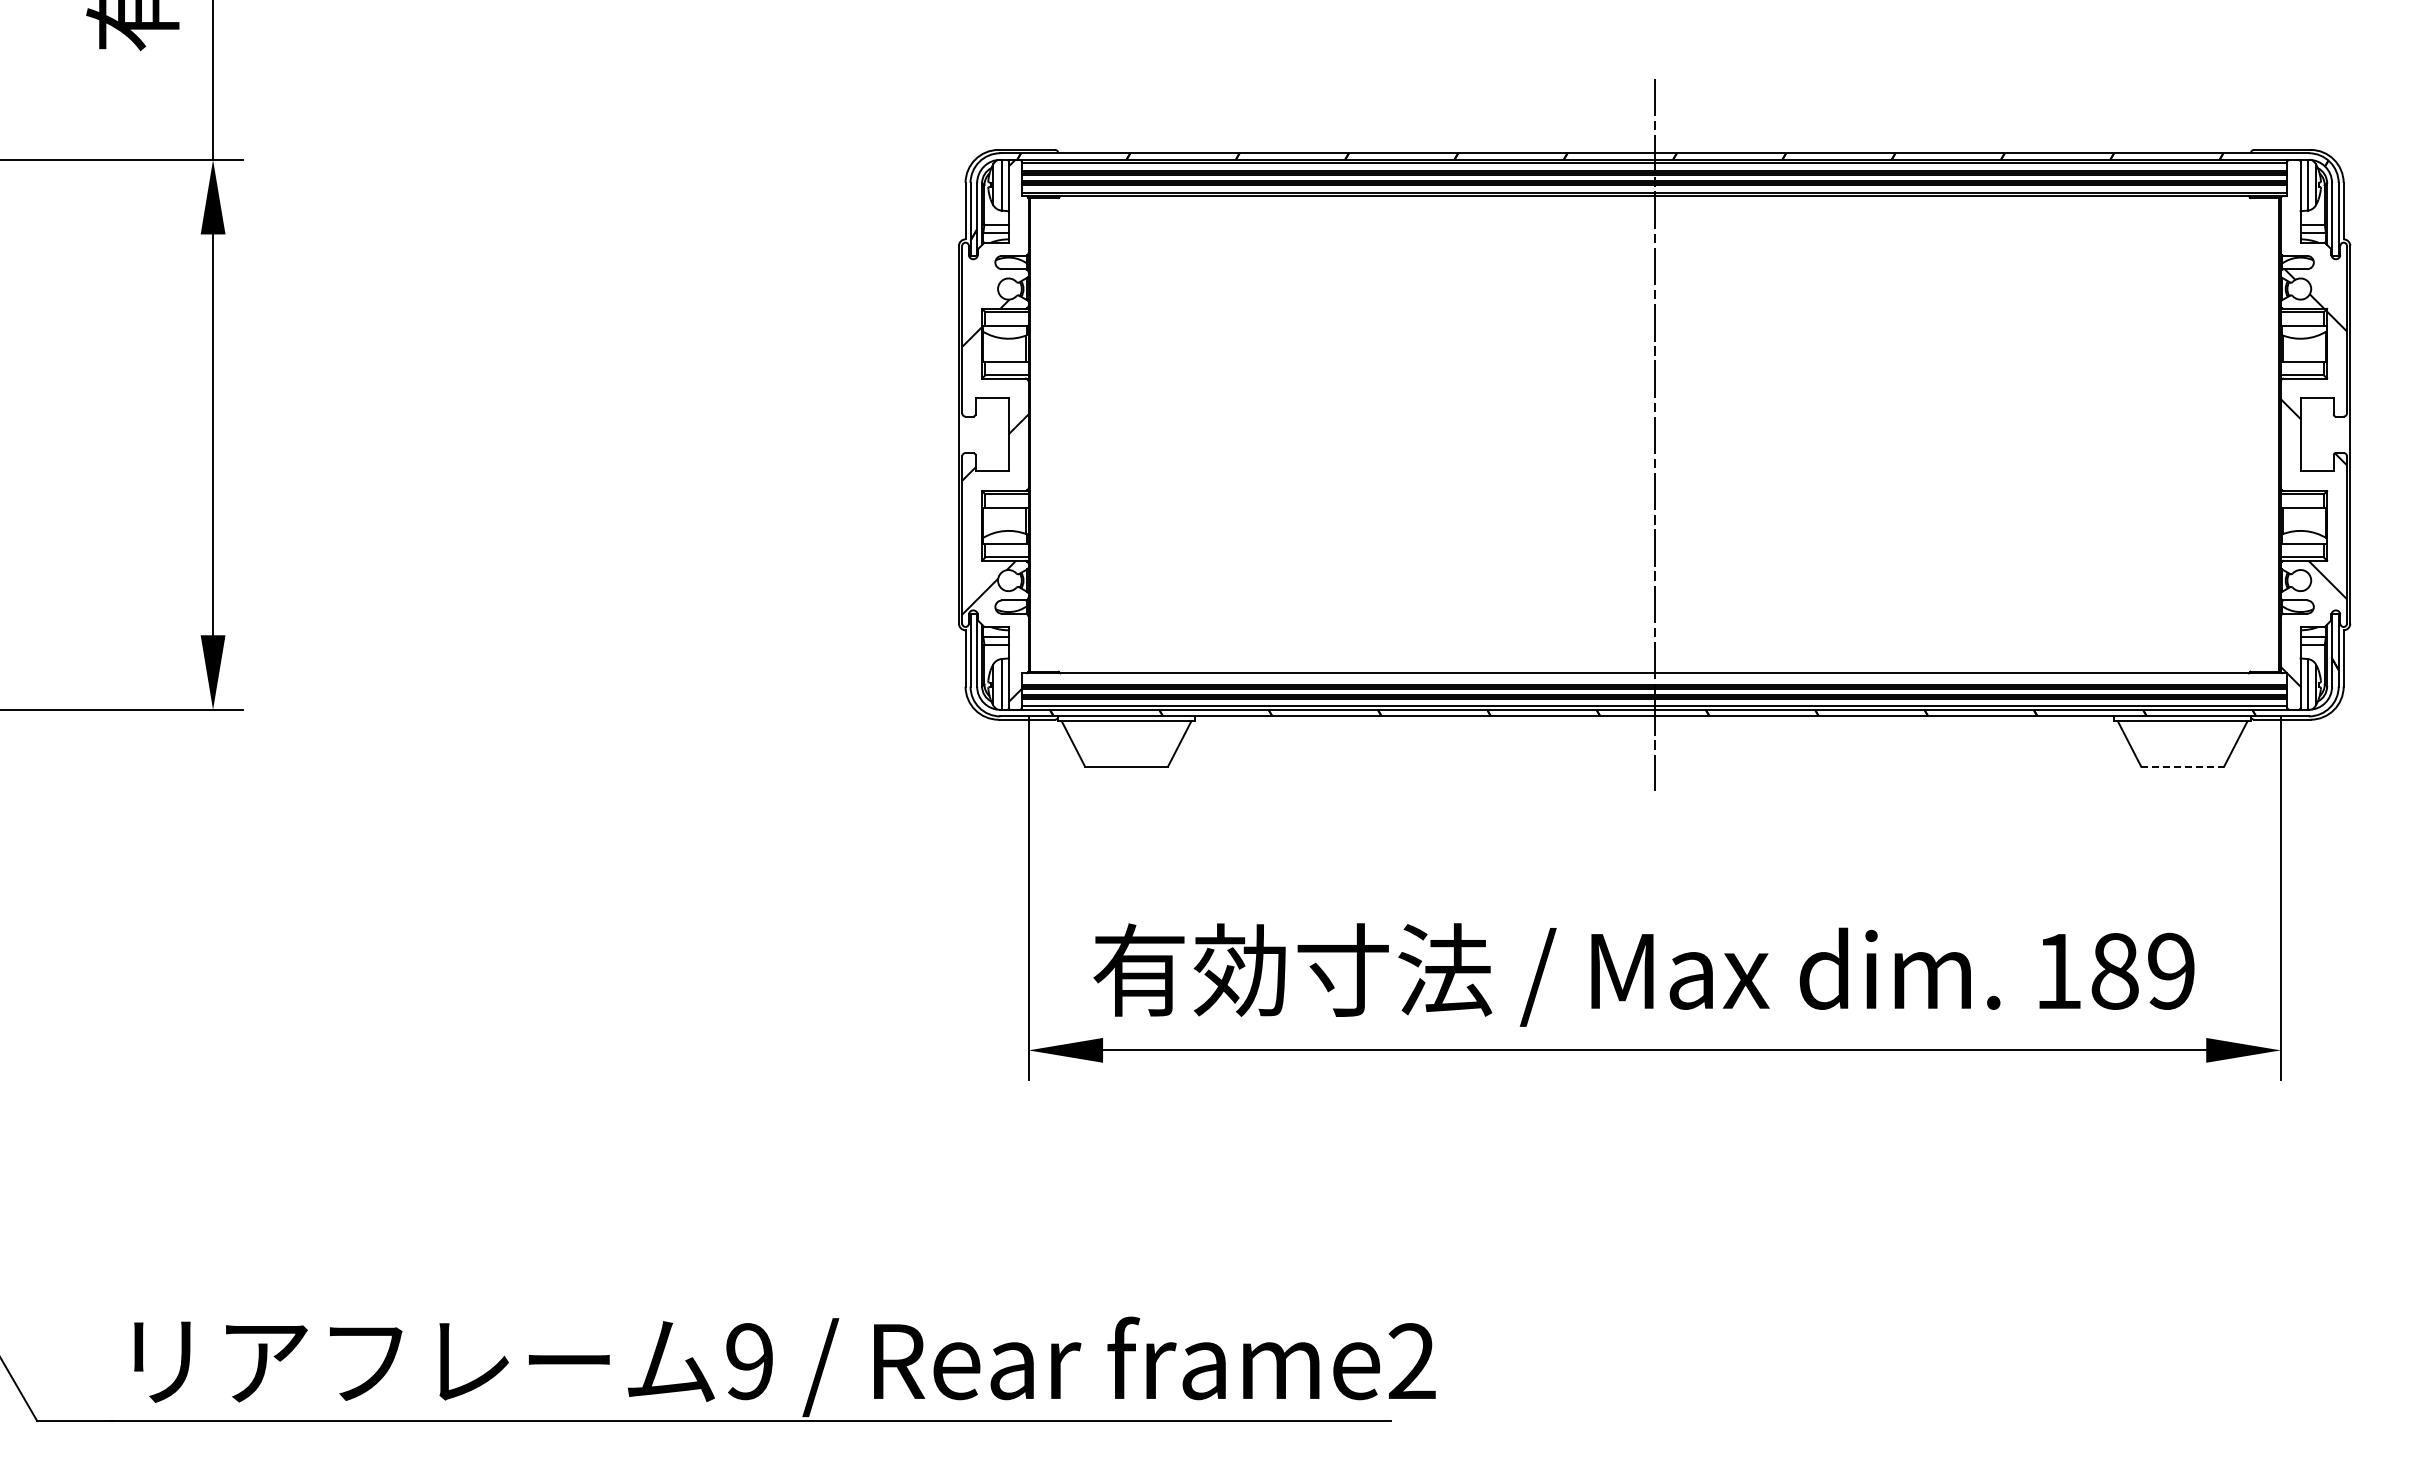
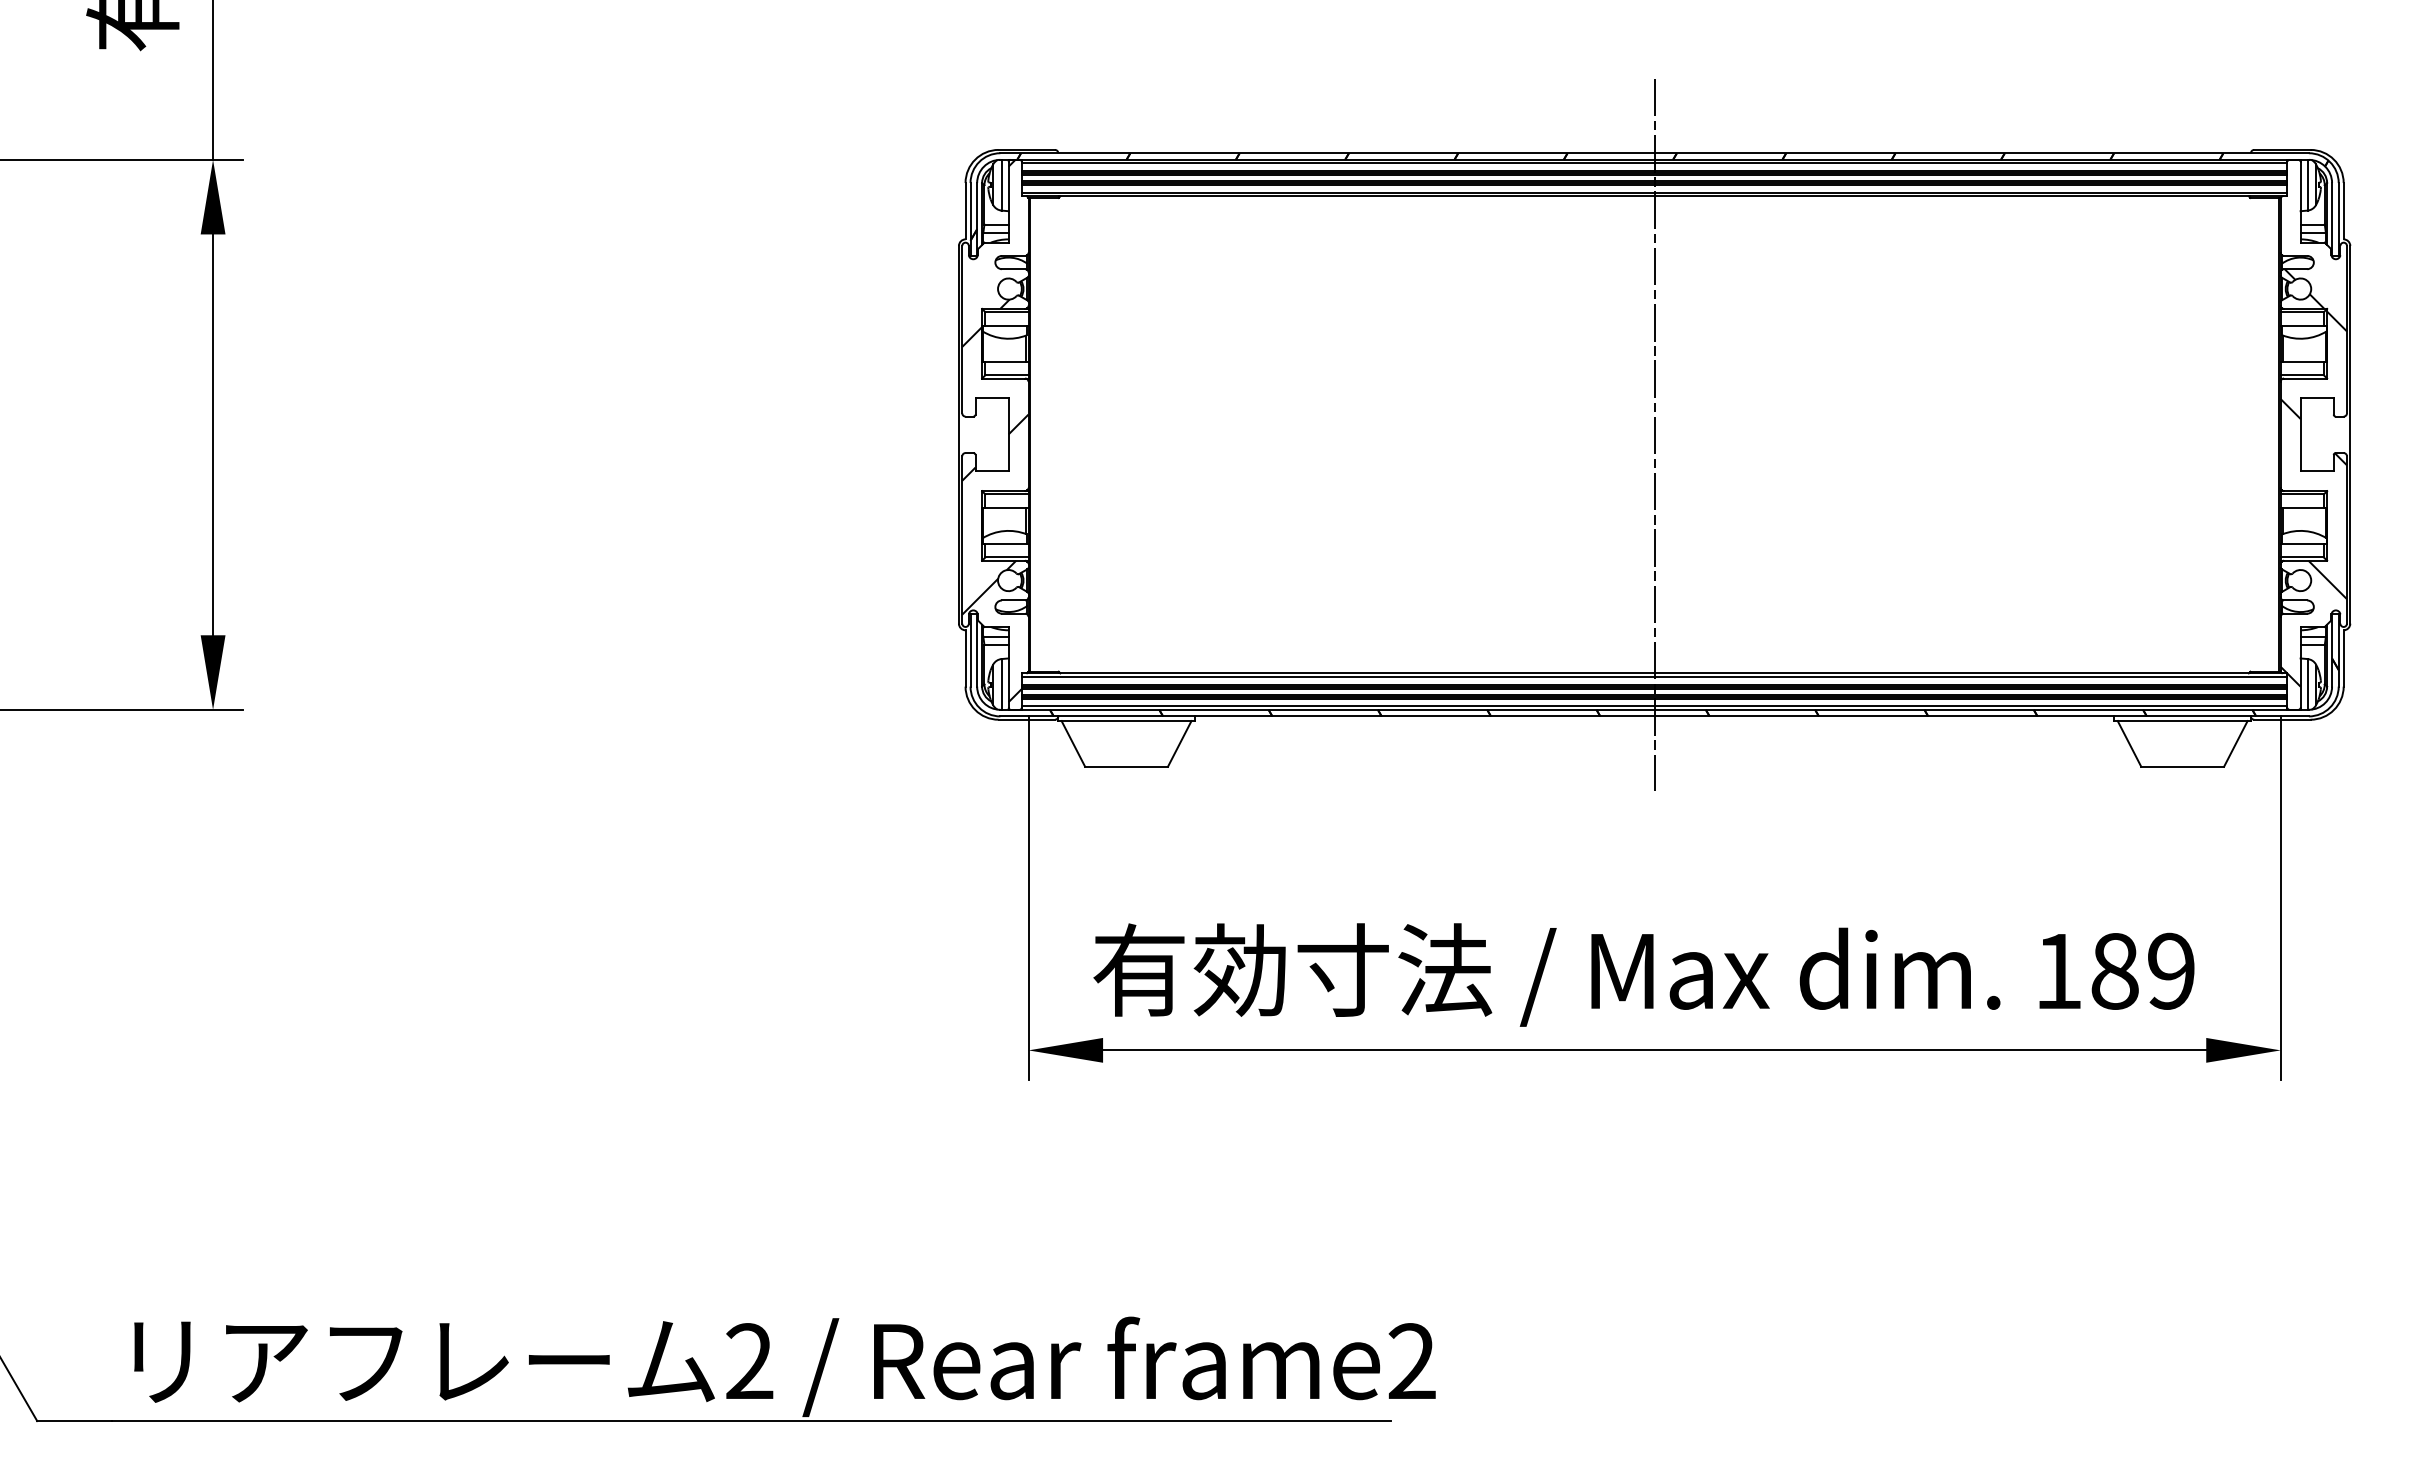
line at (1654, 676): none -> present
line at (2183, 766): dashed -> solid
text at (749, 1361): 9 -> 2
